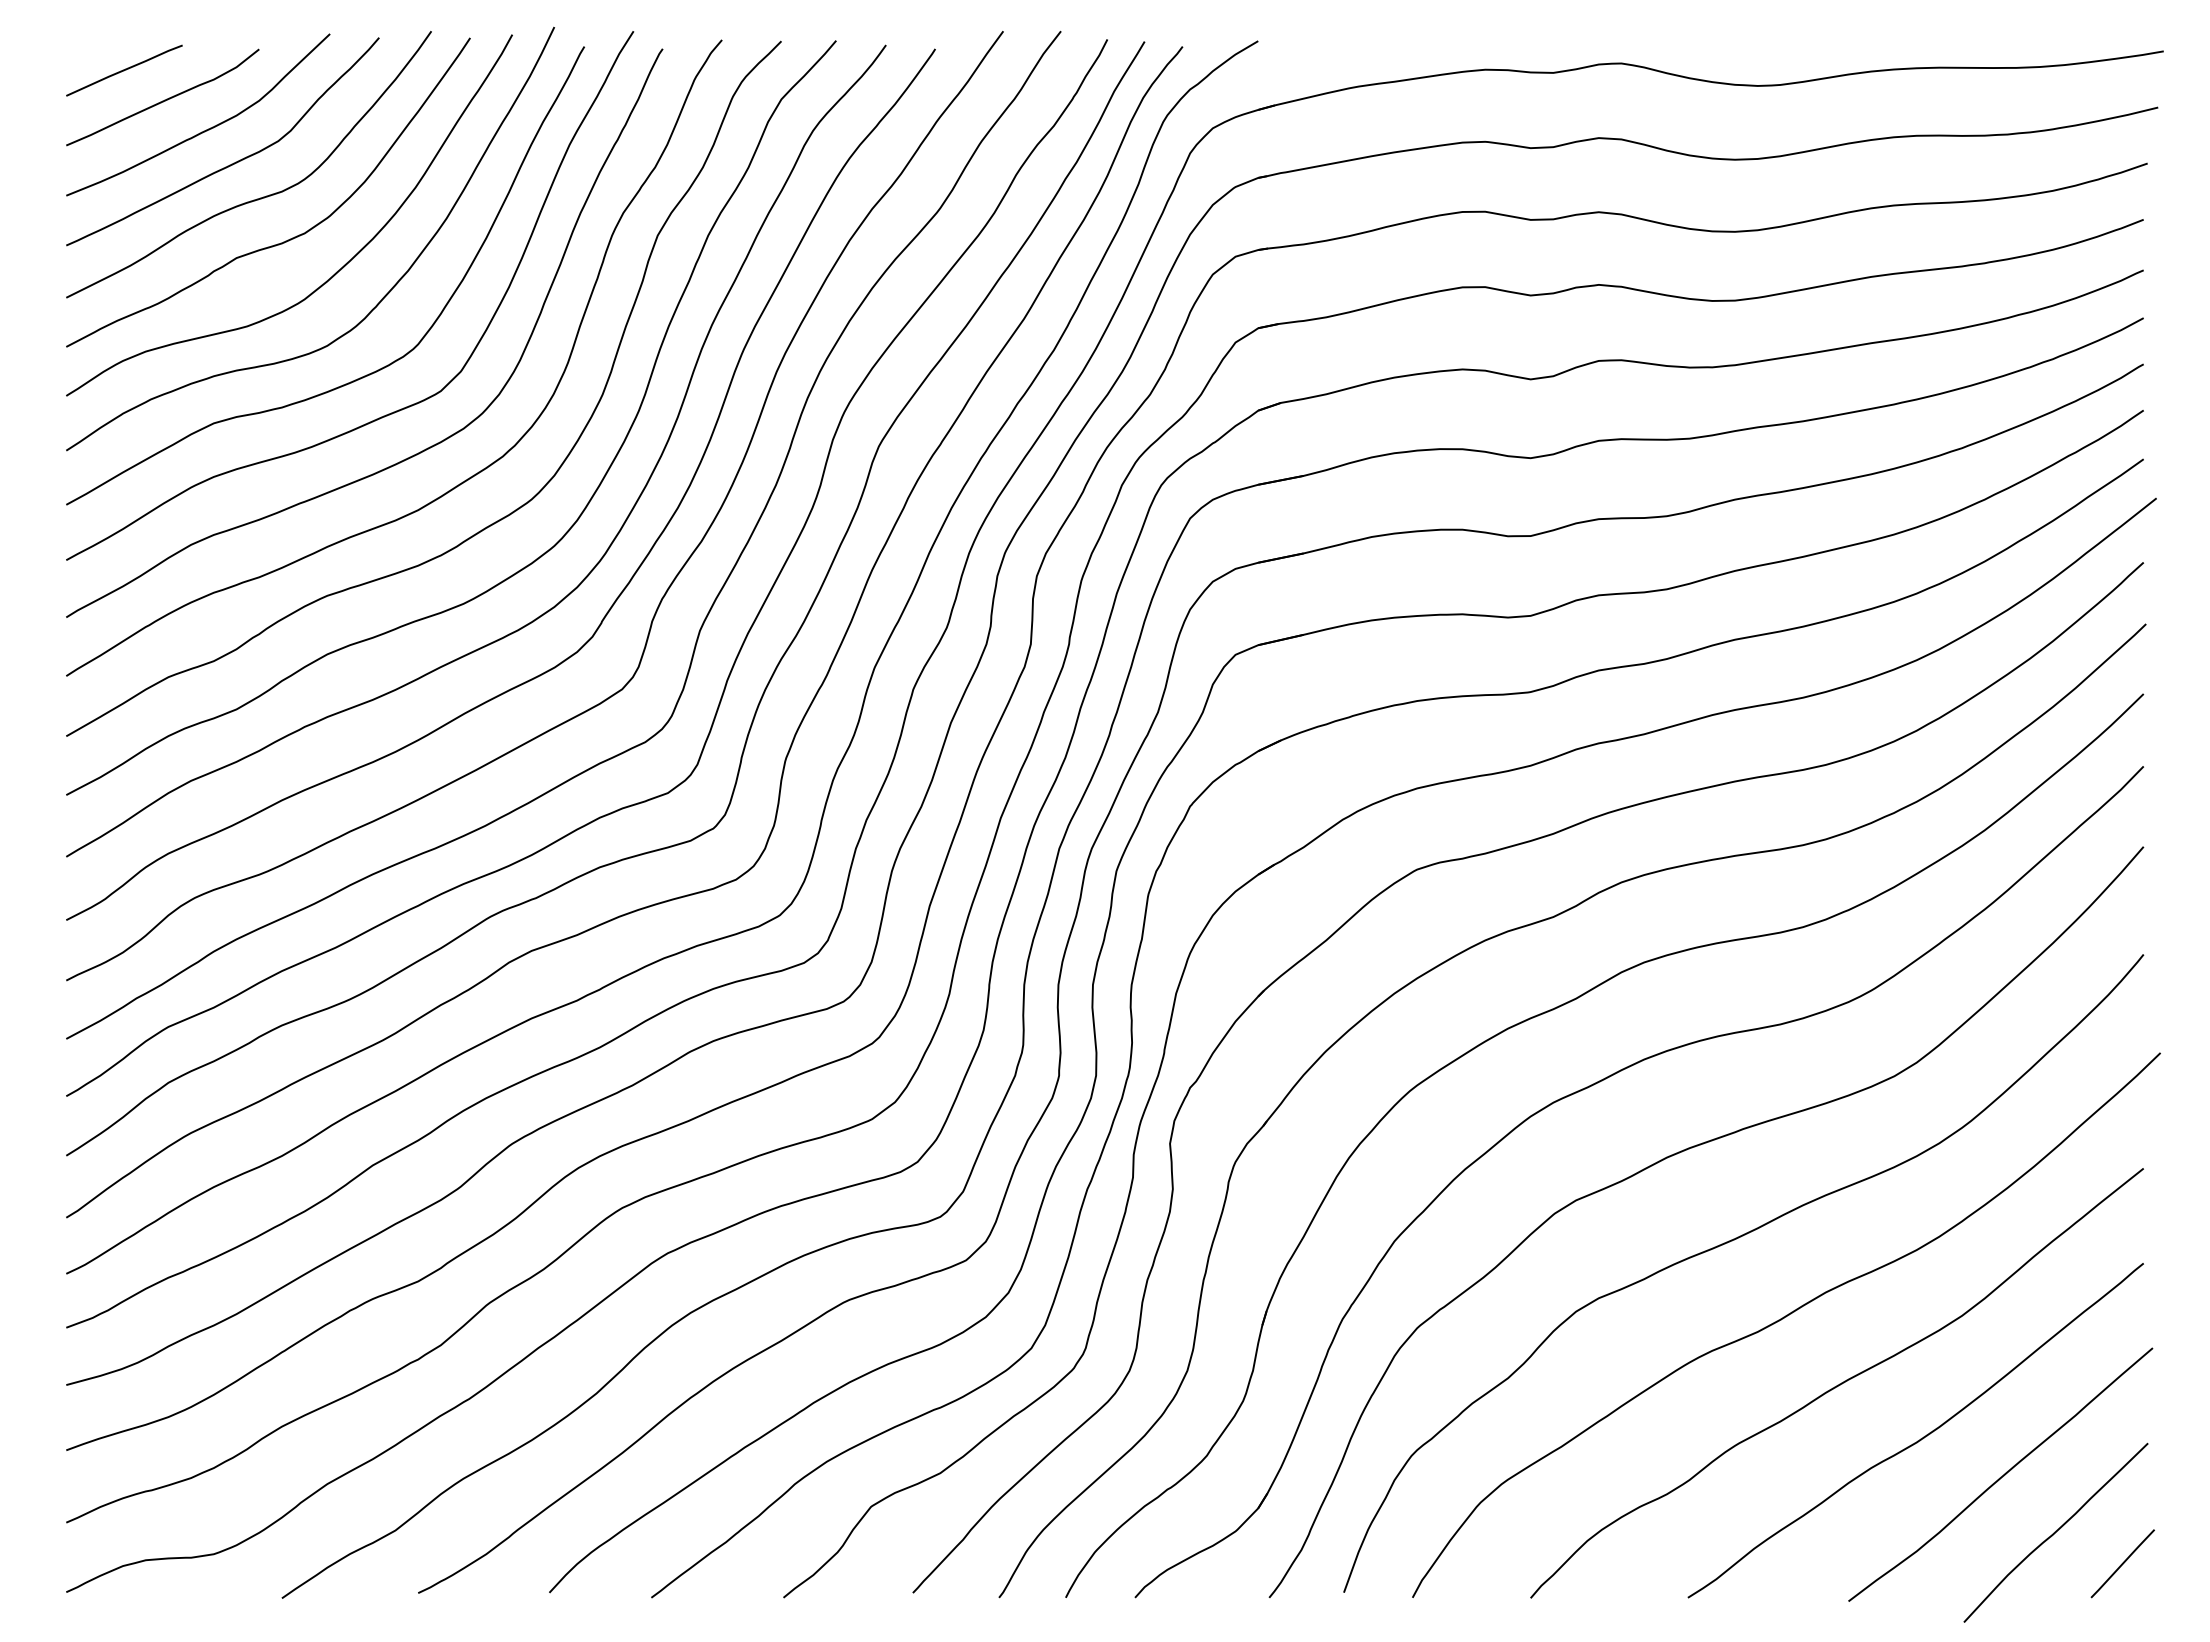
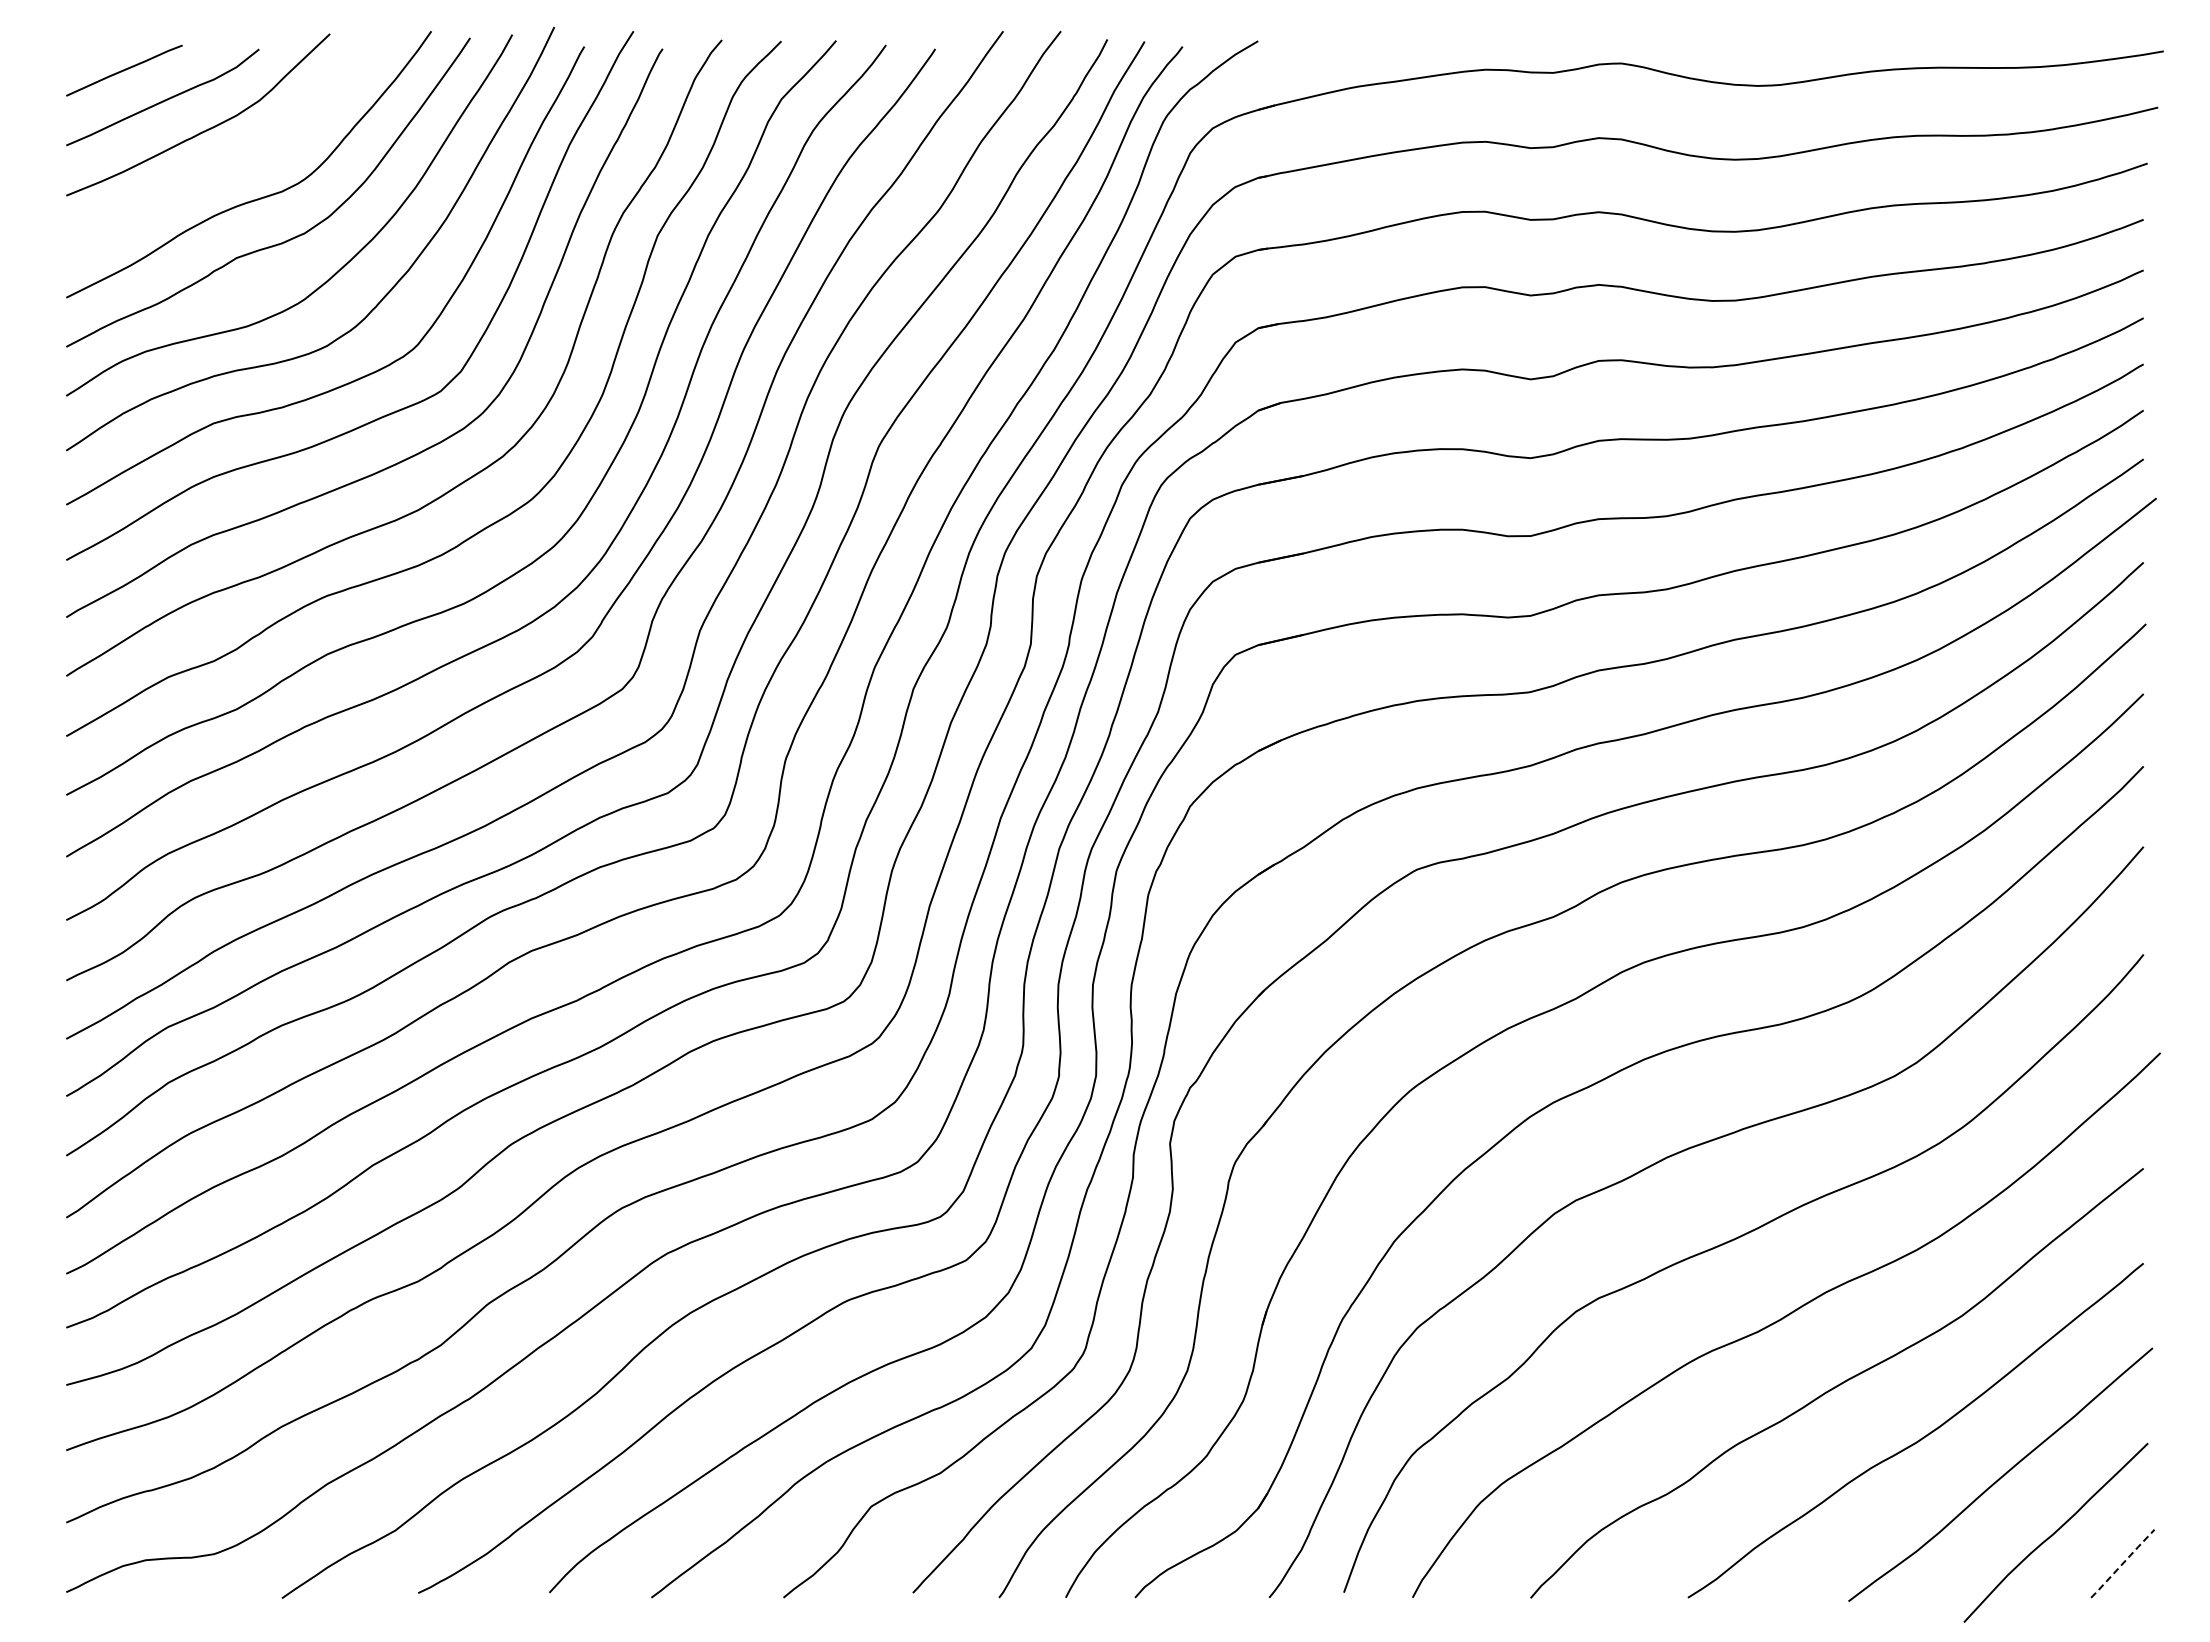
curve at (233, 162): present -> none
line at (2122, 1563): solid -> dashed
